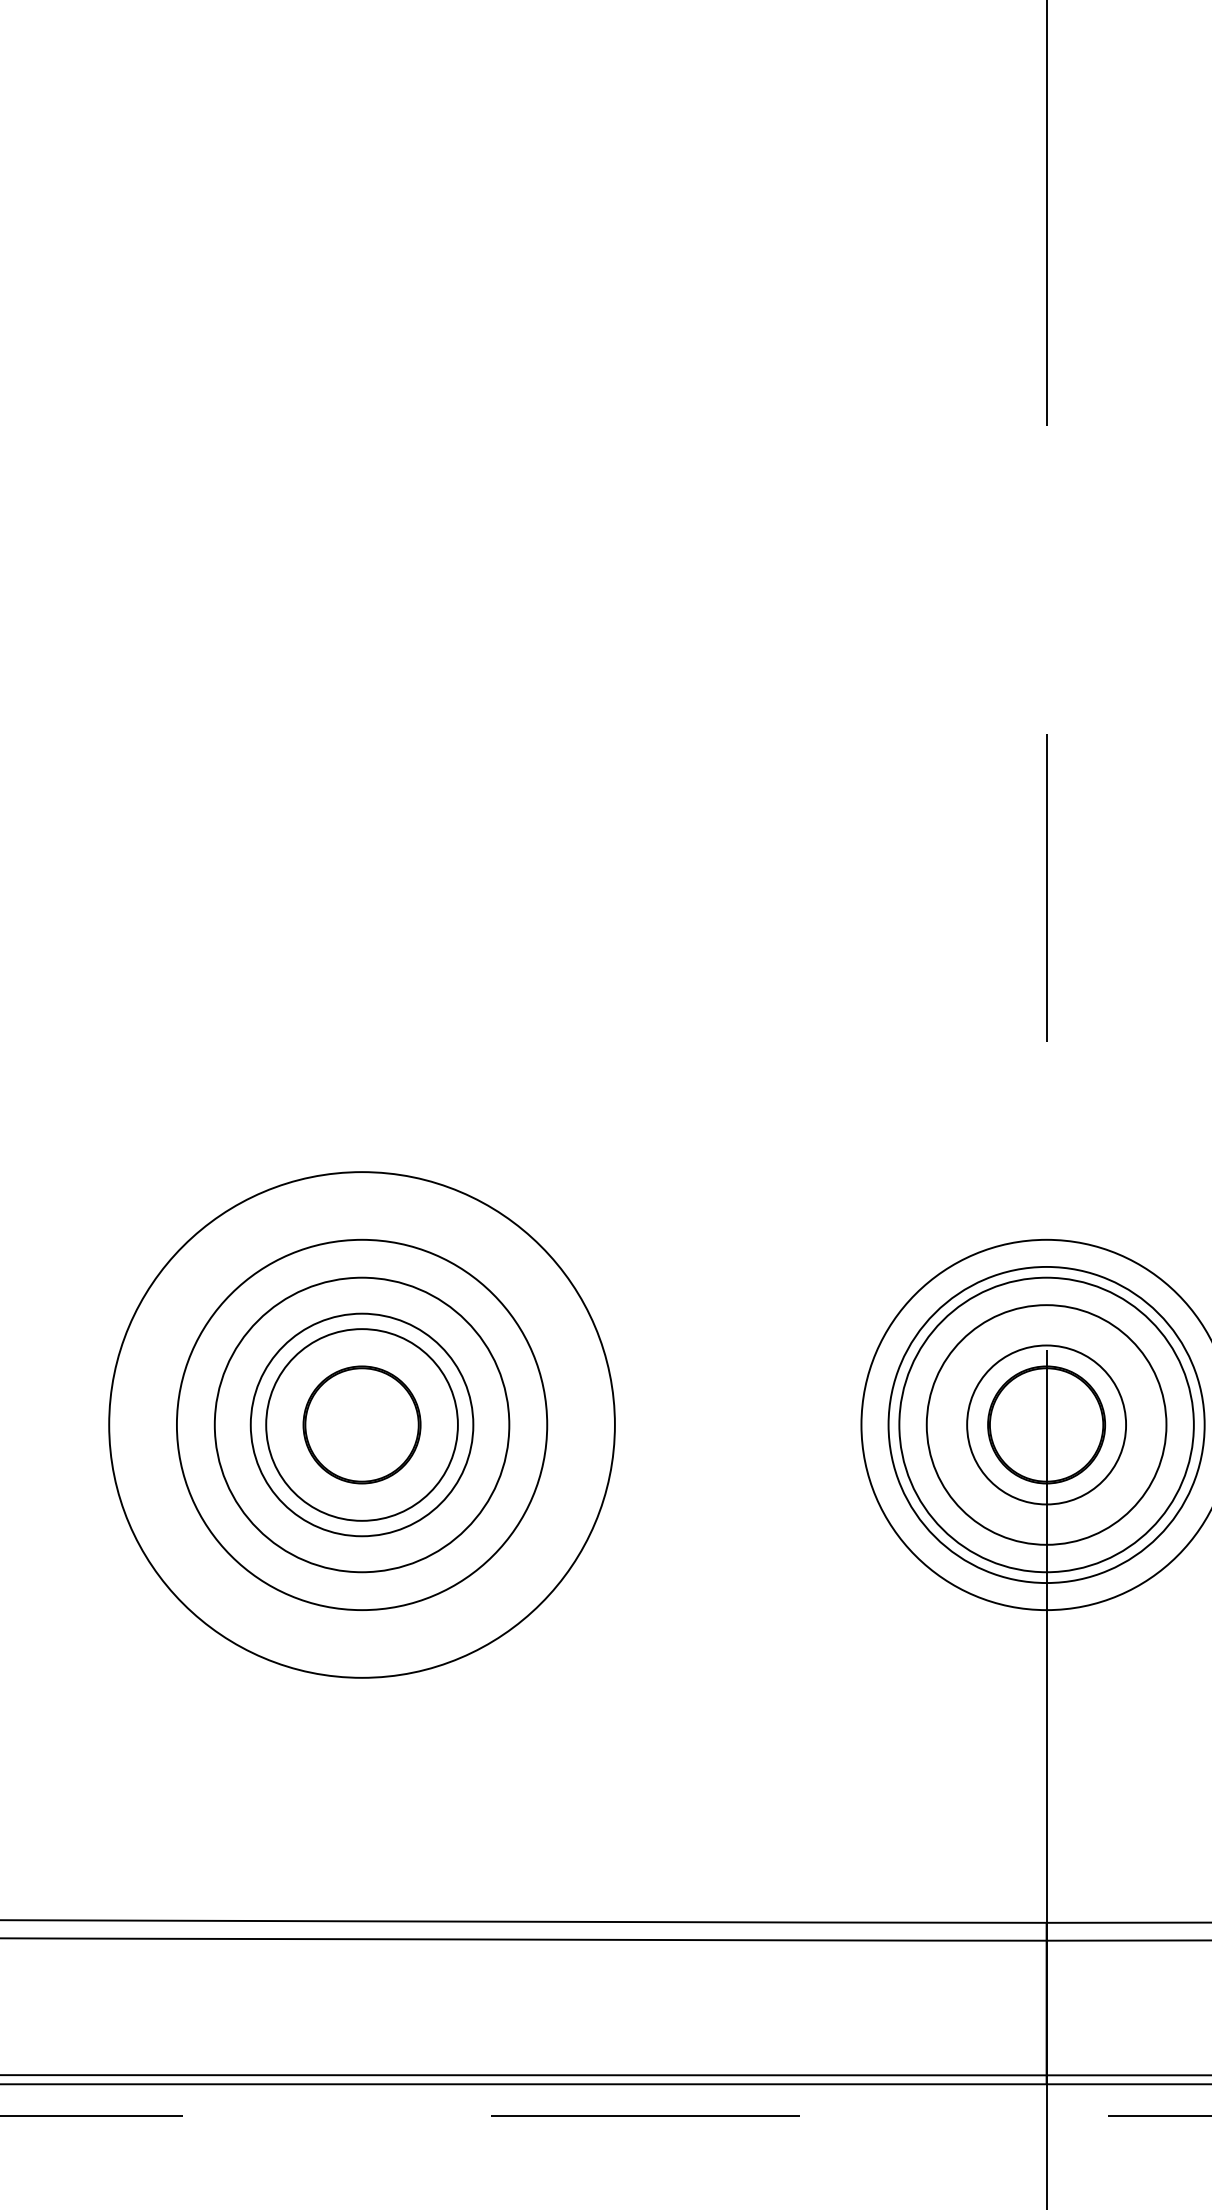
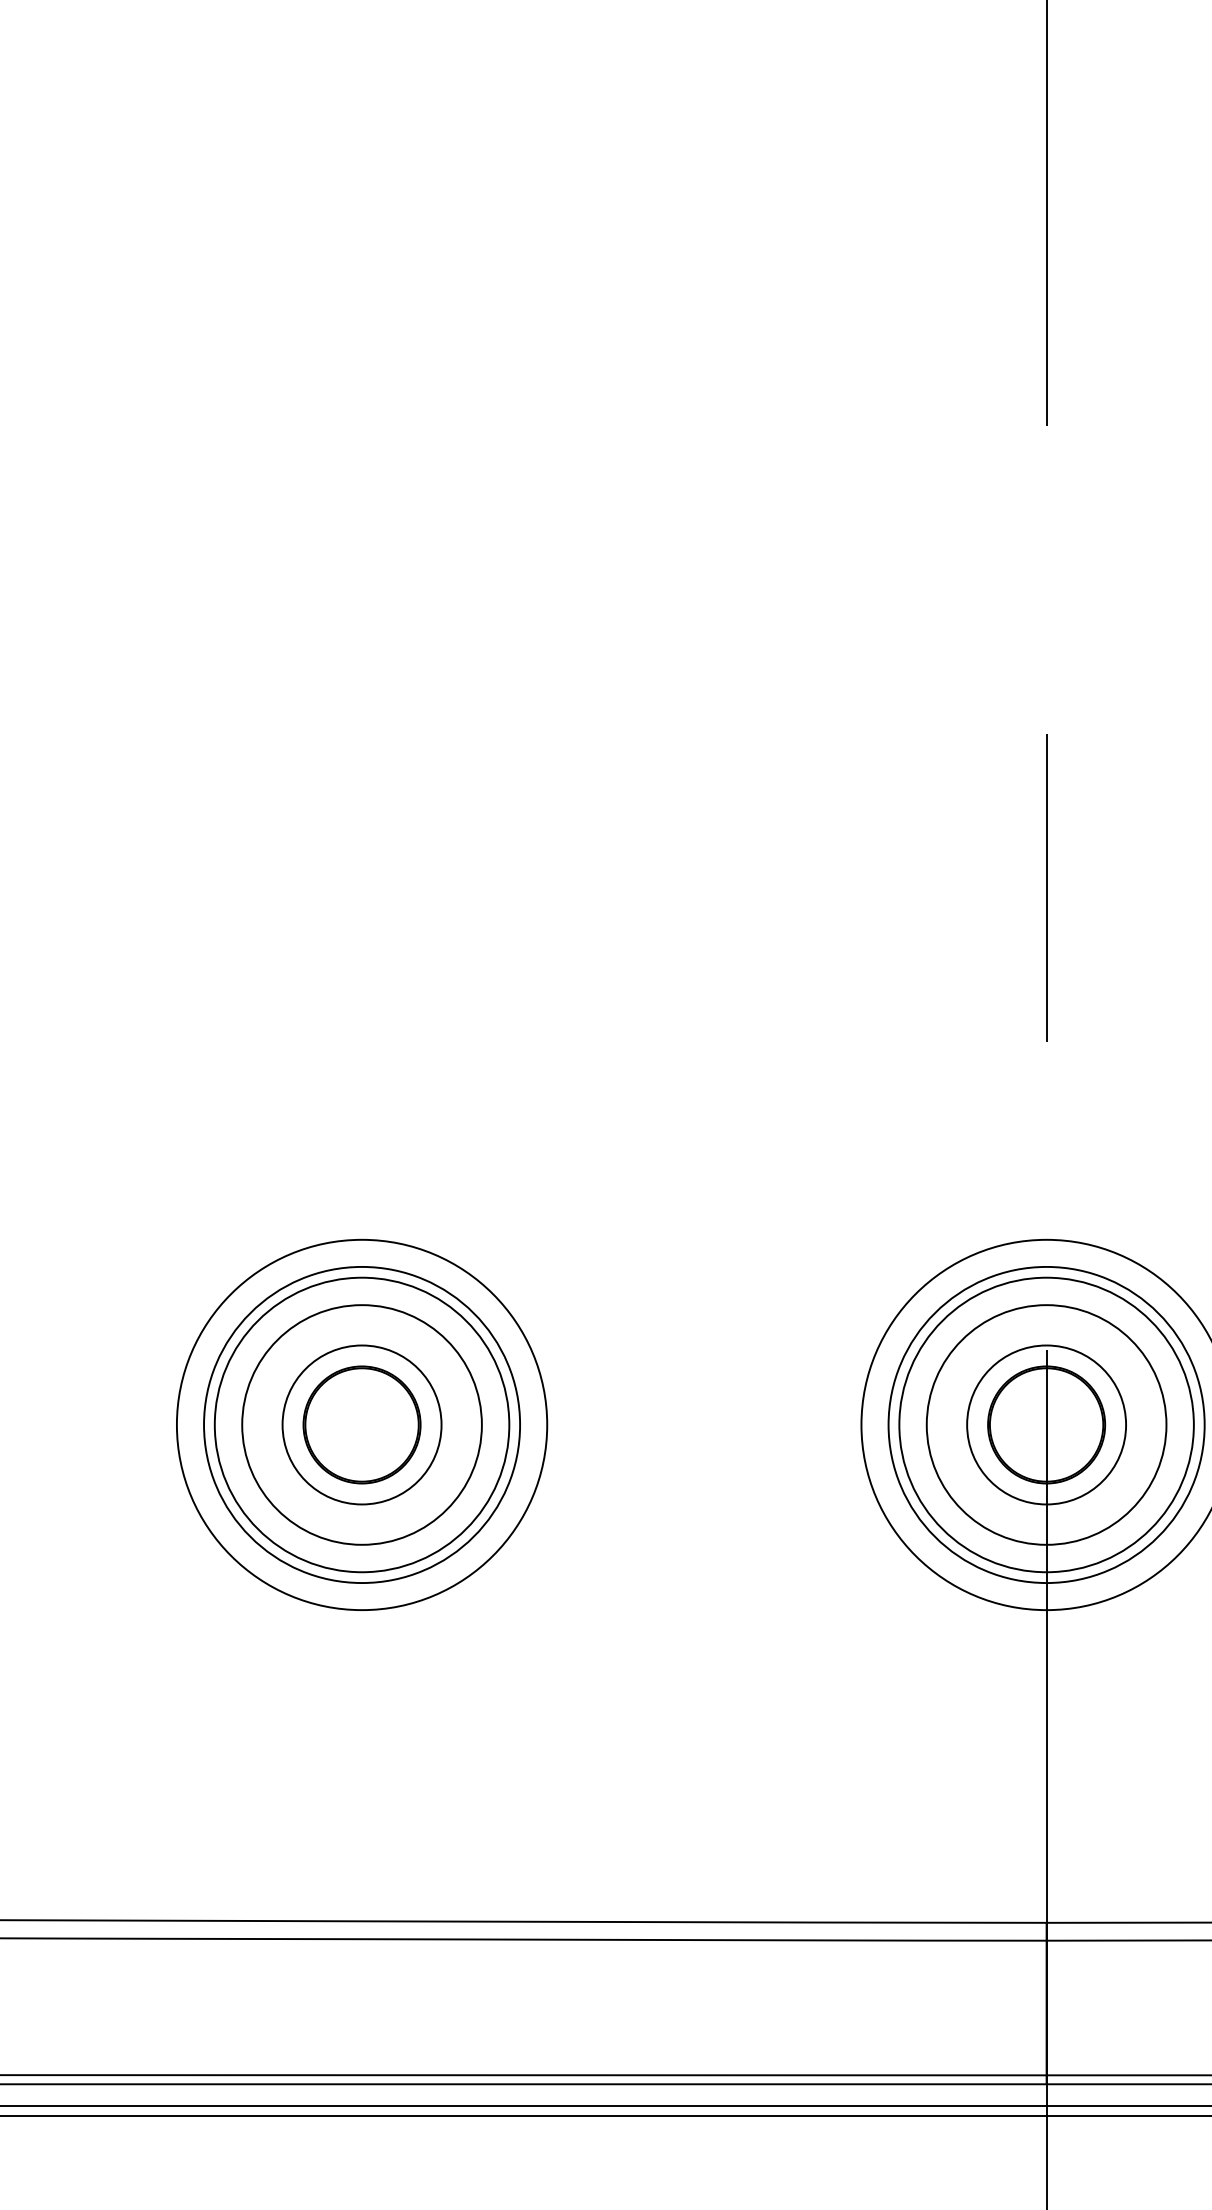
circle at (361, 1424) diameter: 192 px -> 240 px
circle at (361, 1424) diameter: 223 px -> 159 px
circle at (361, 1424) diameter: 506 px -> 316 px
line at (605, 2106): none -> present
line at (605, 2116): dashed -> solid
